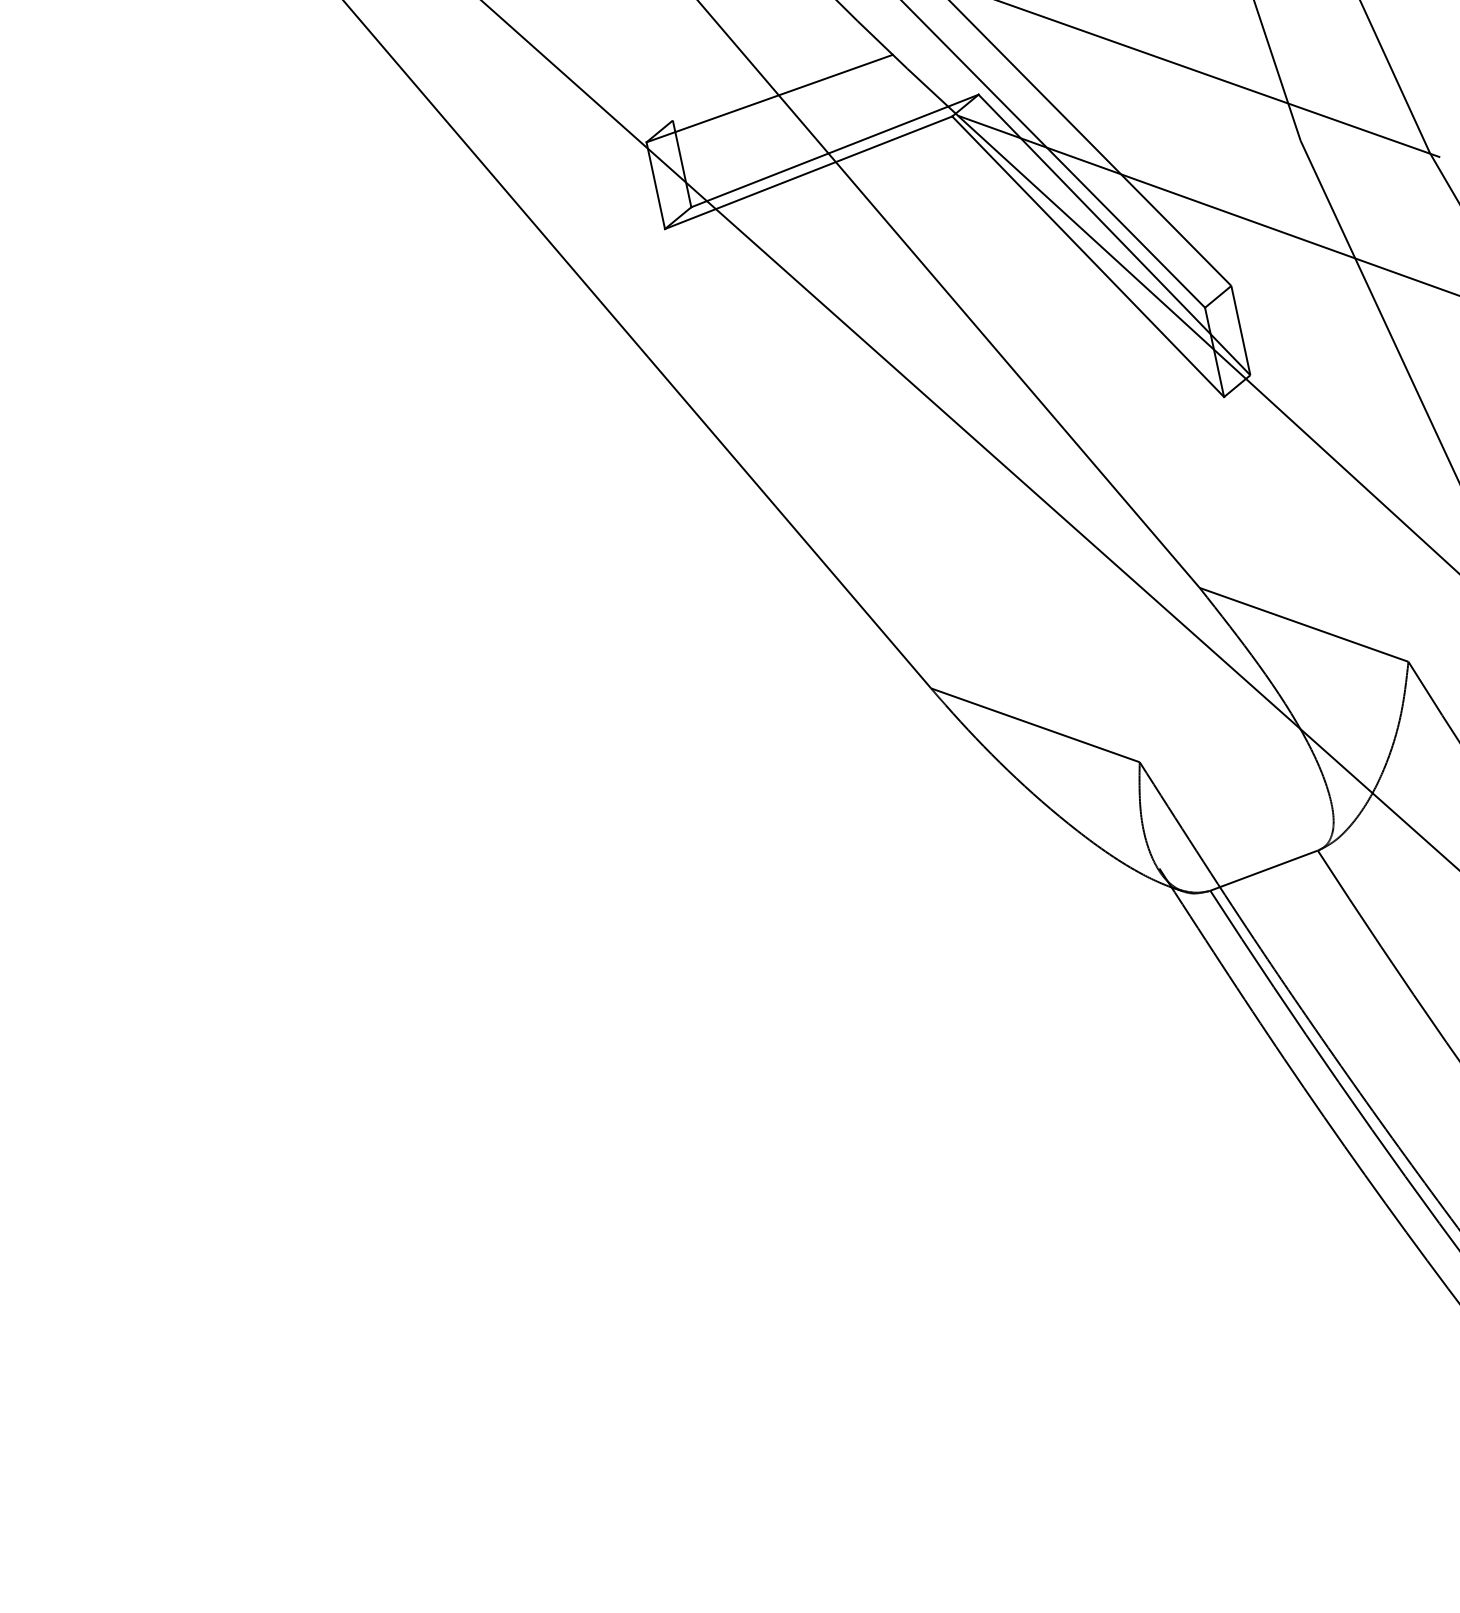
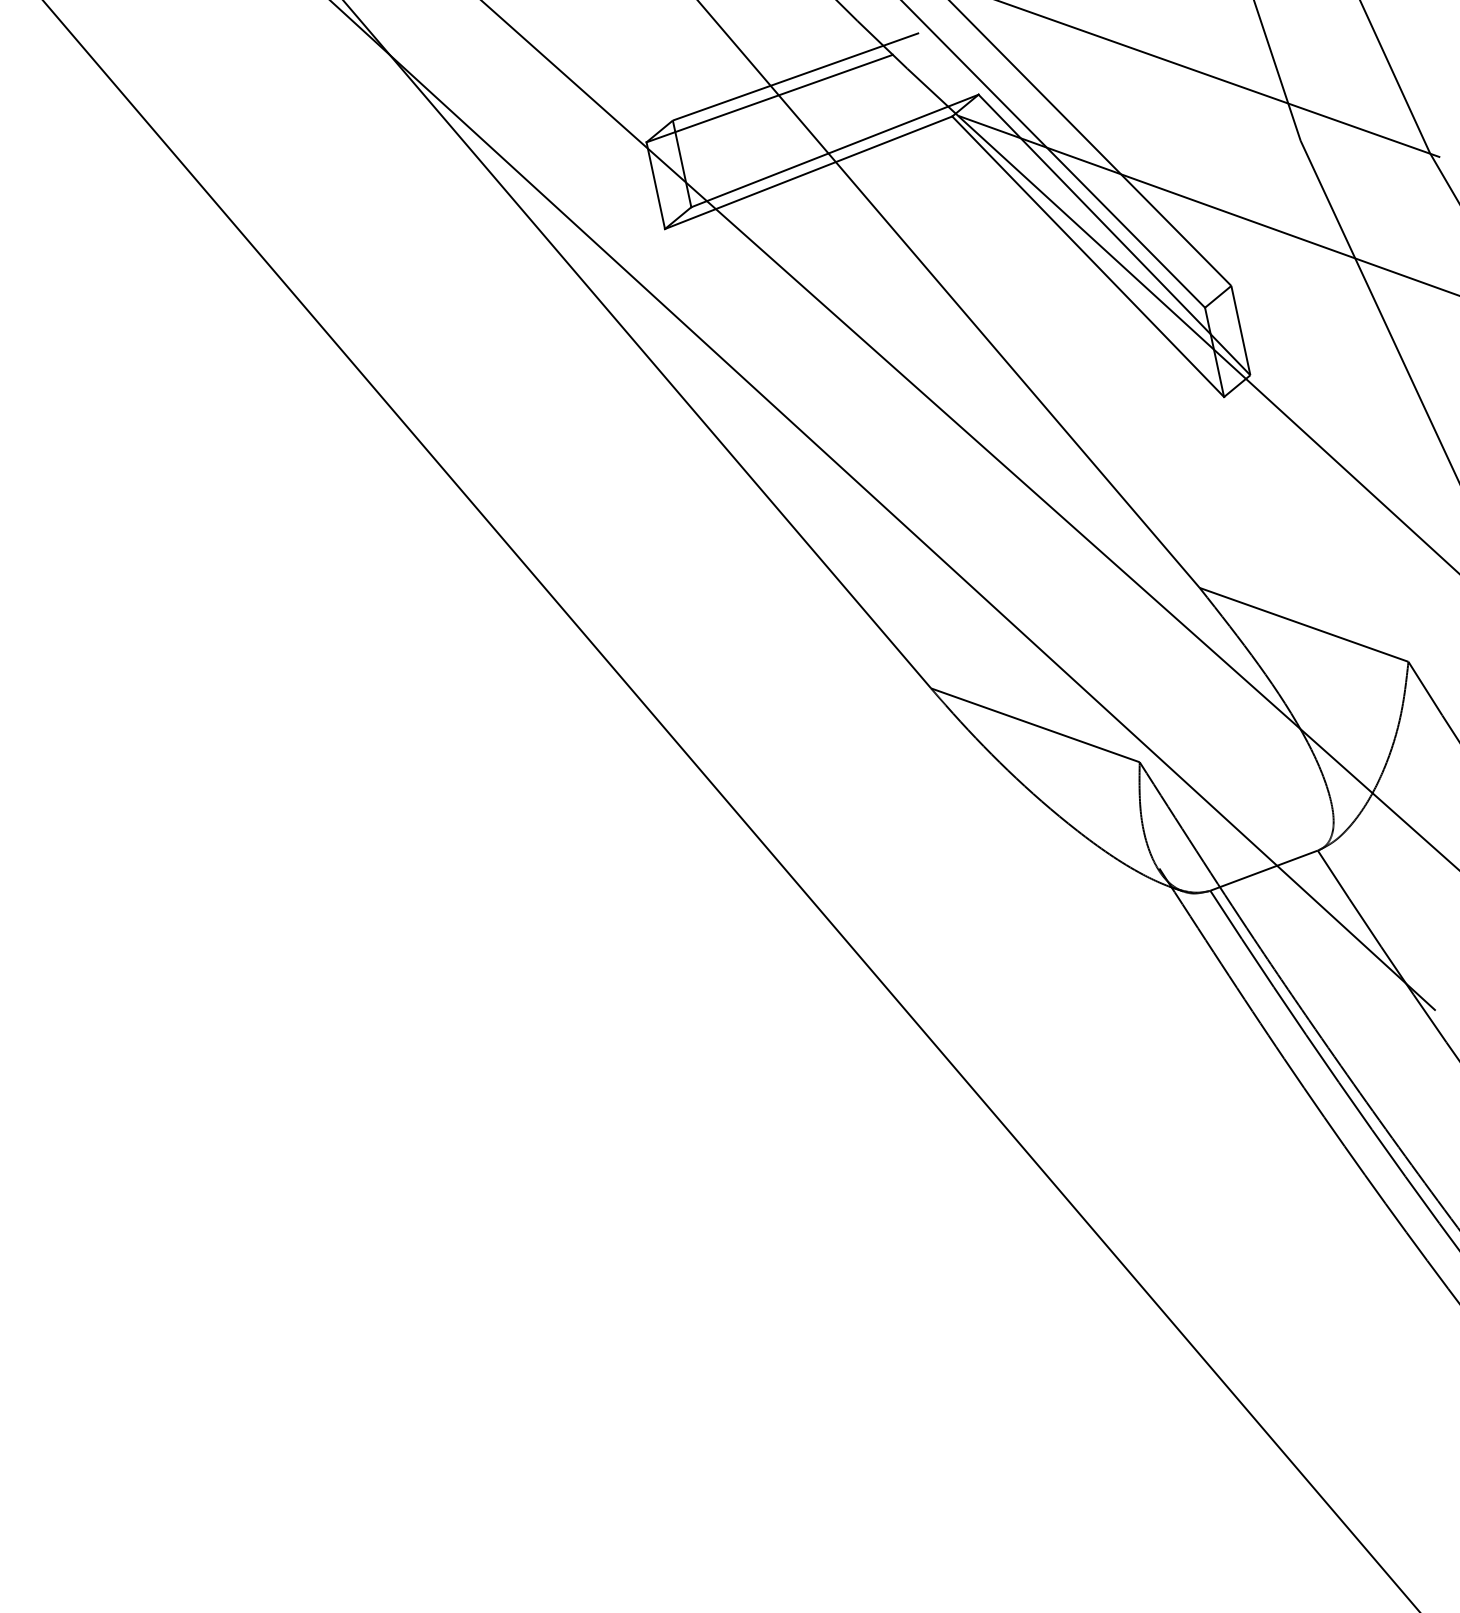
line at (795, 76): none -> present
line at (882, 506): none -> present
line at (730, 805): none -> present
